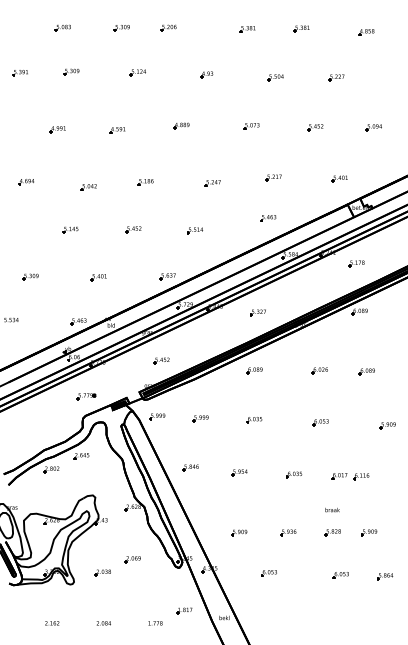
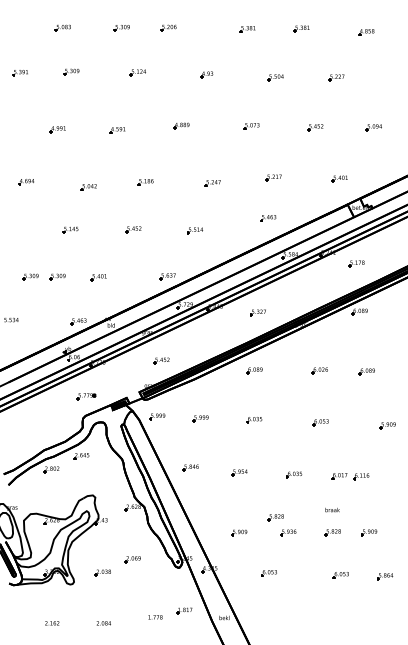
part at (57, 276): none -> present
part at (275, 517): none -> present
text at (155, 623) position: (155, 623) -> (155, 617)
